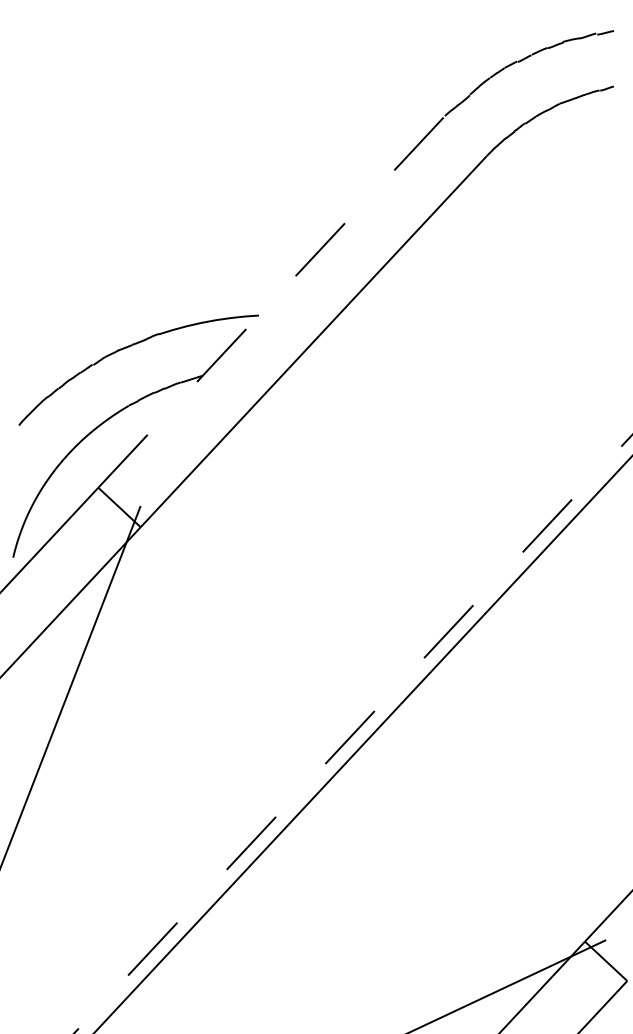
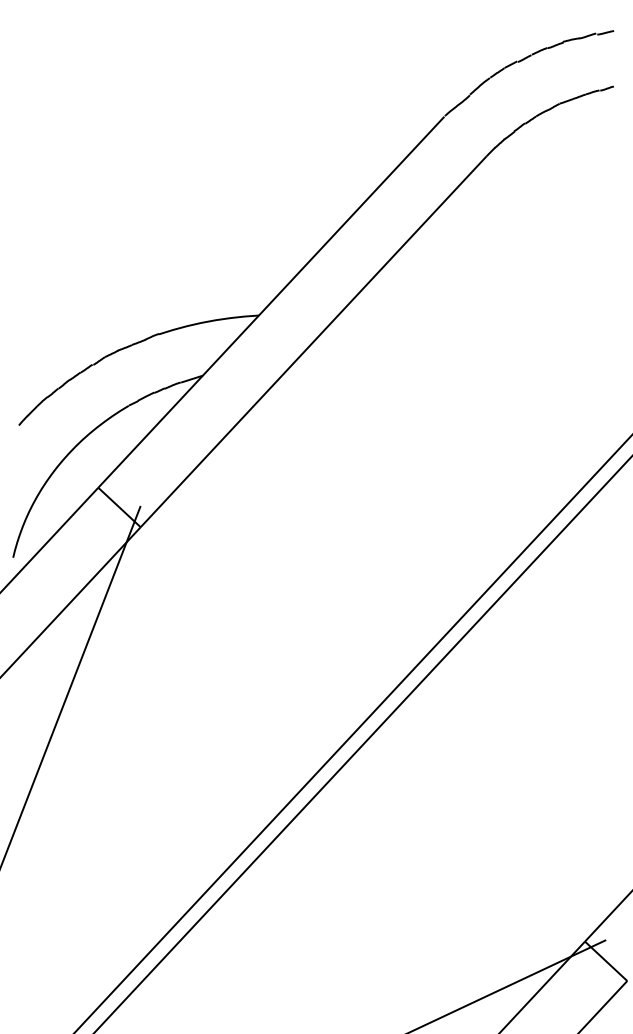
line at (271, 302): dashed -> solid
line at (353, 734): dashed -> solid
